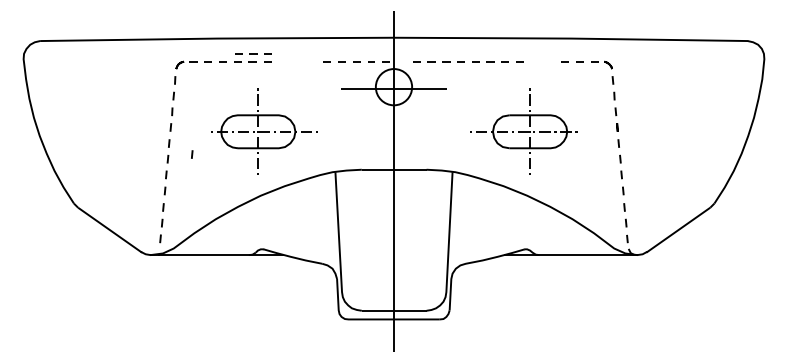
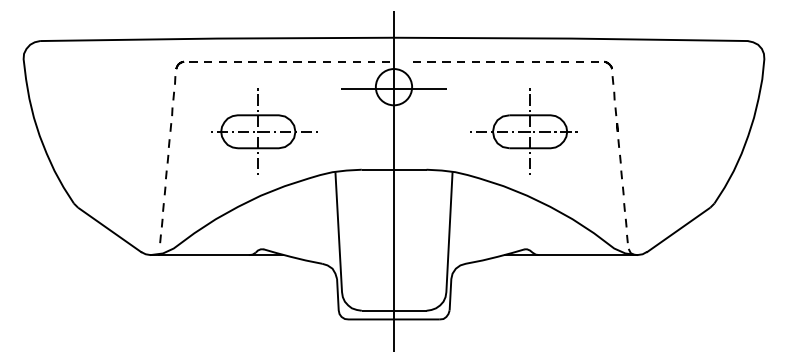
line at (253, 53) position: (253, 53) -> (297, 61)
line at (539, 61): none -> present
line at (192, 154): present -> none
